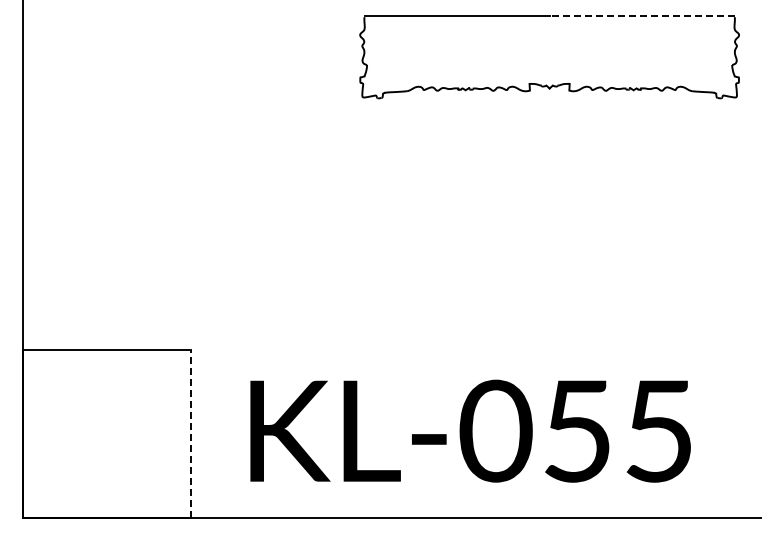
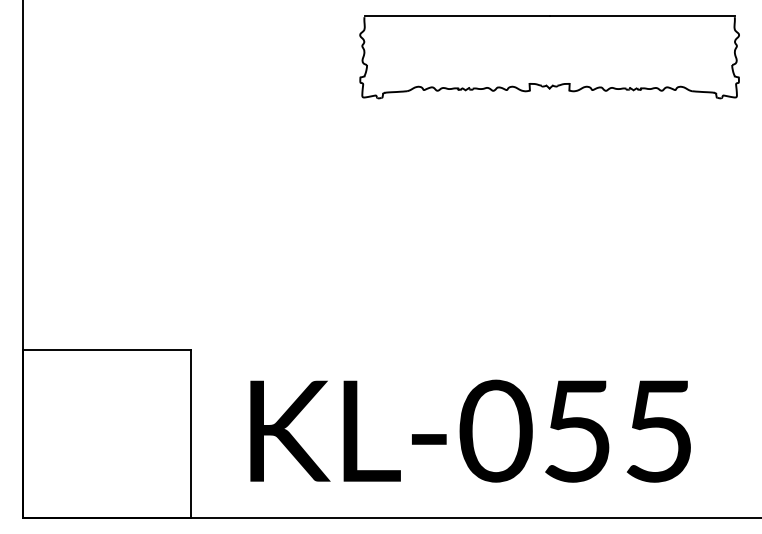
line at (642, 16): dashed -> solid
line at (191, 433): dashed -> solid
